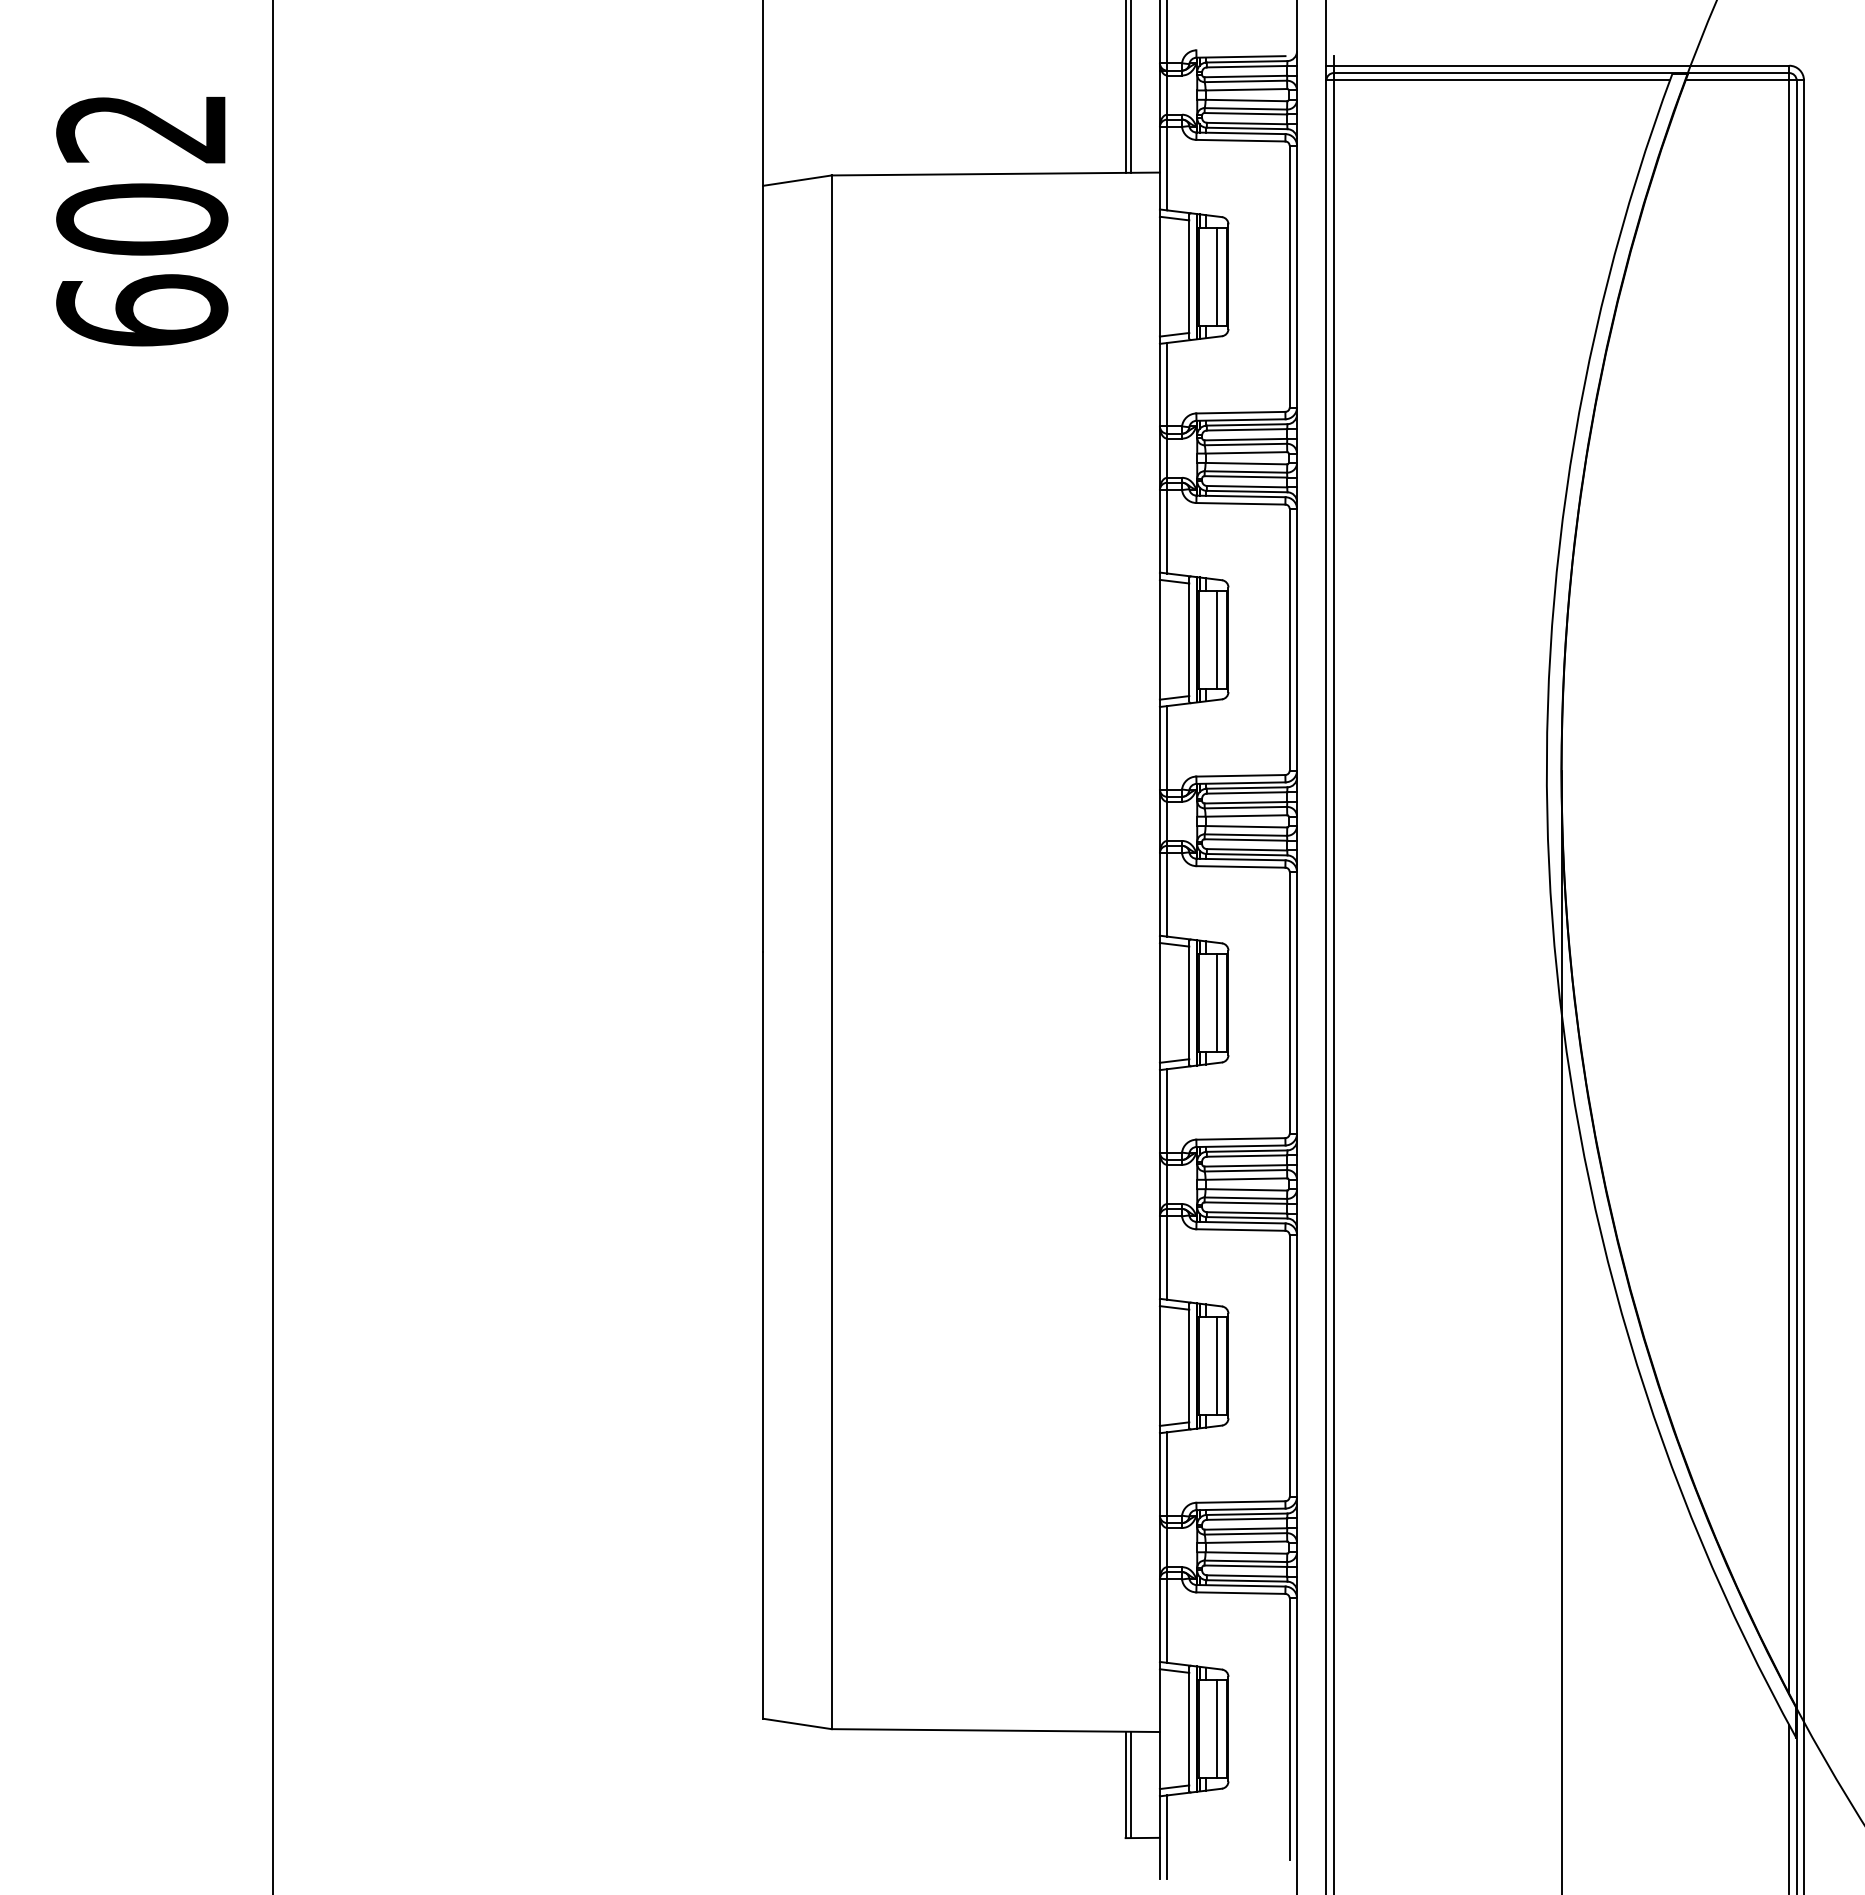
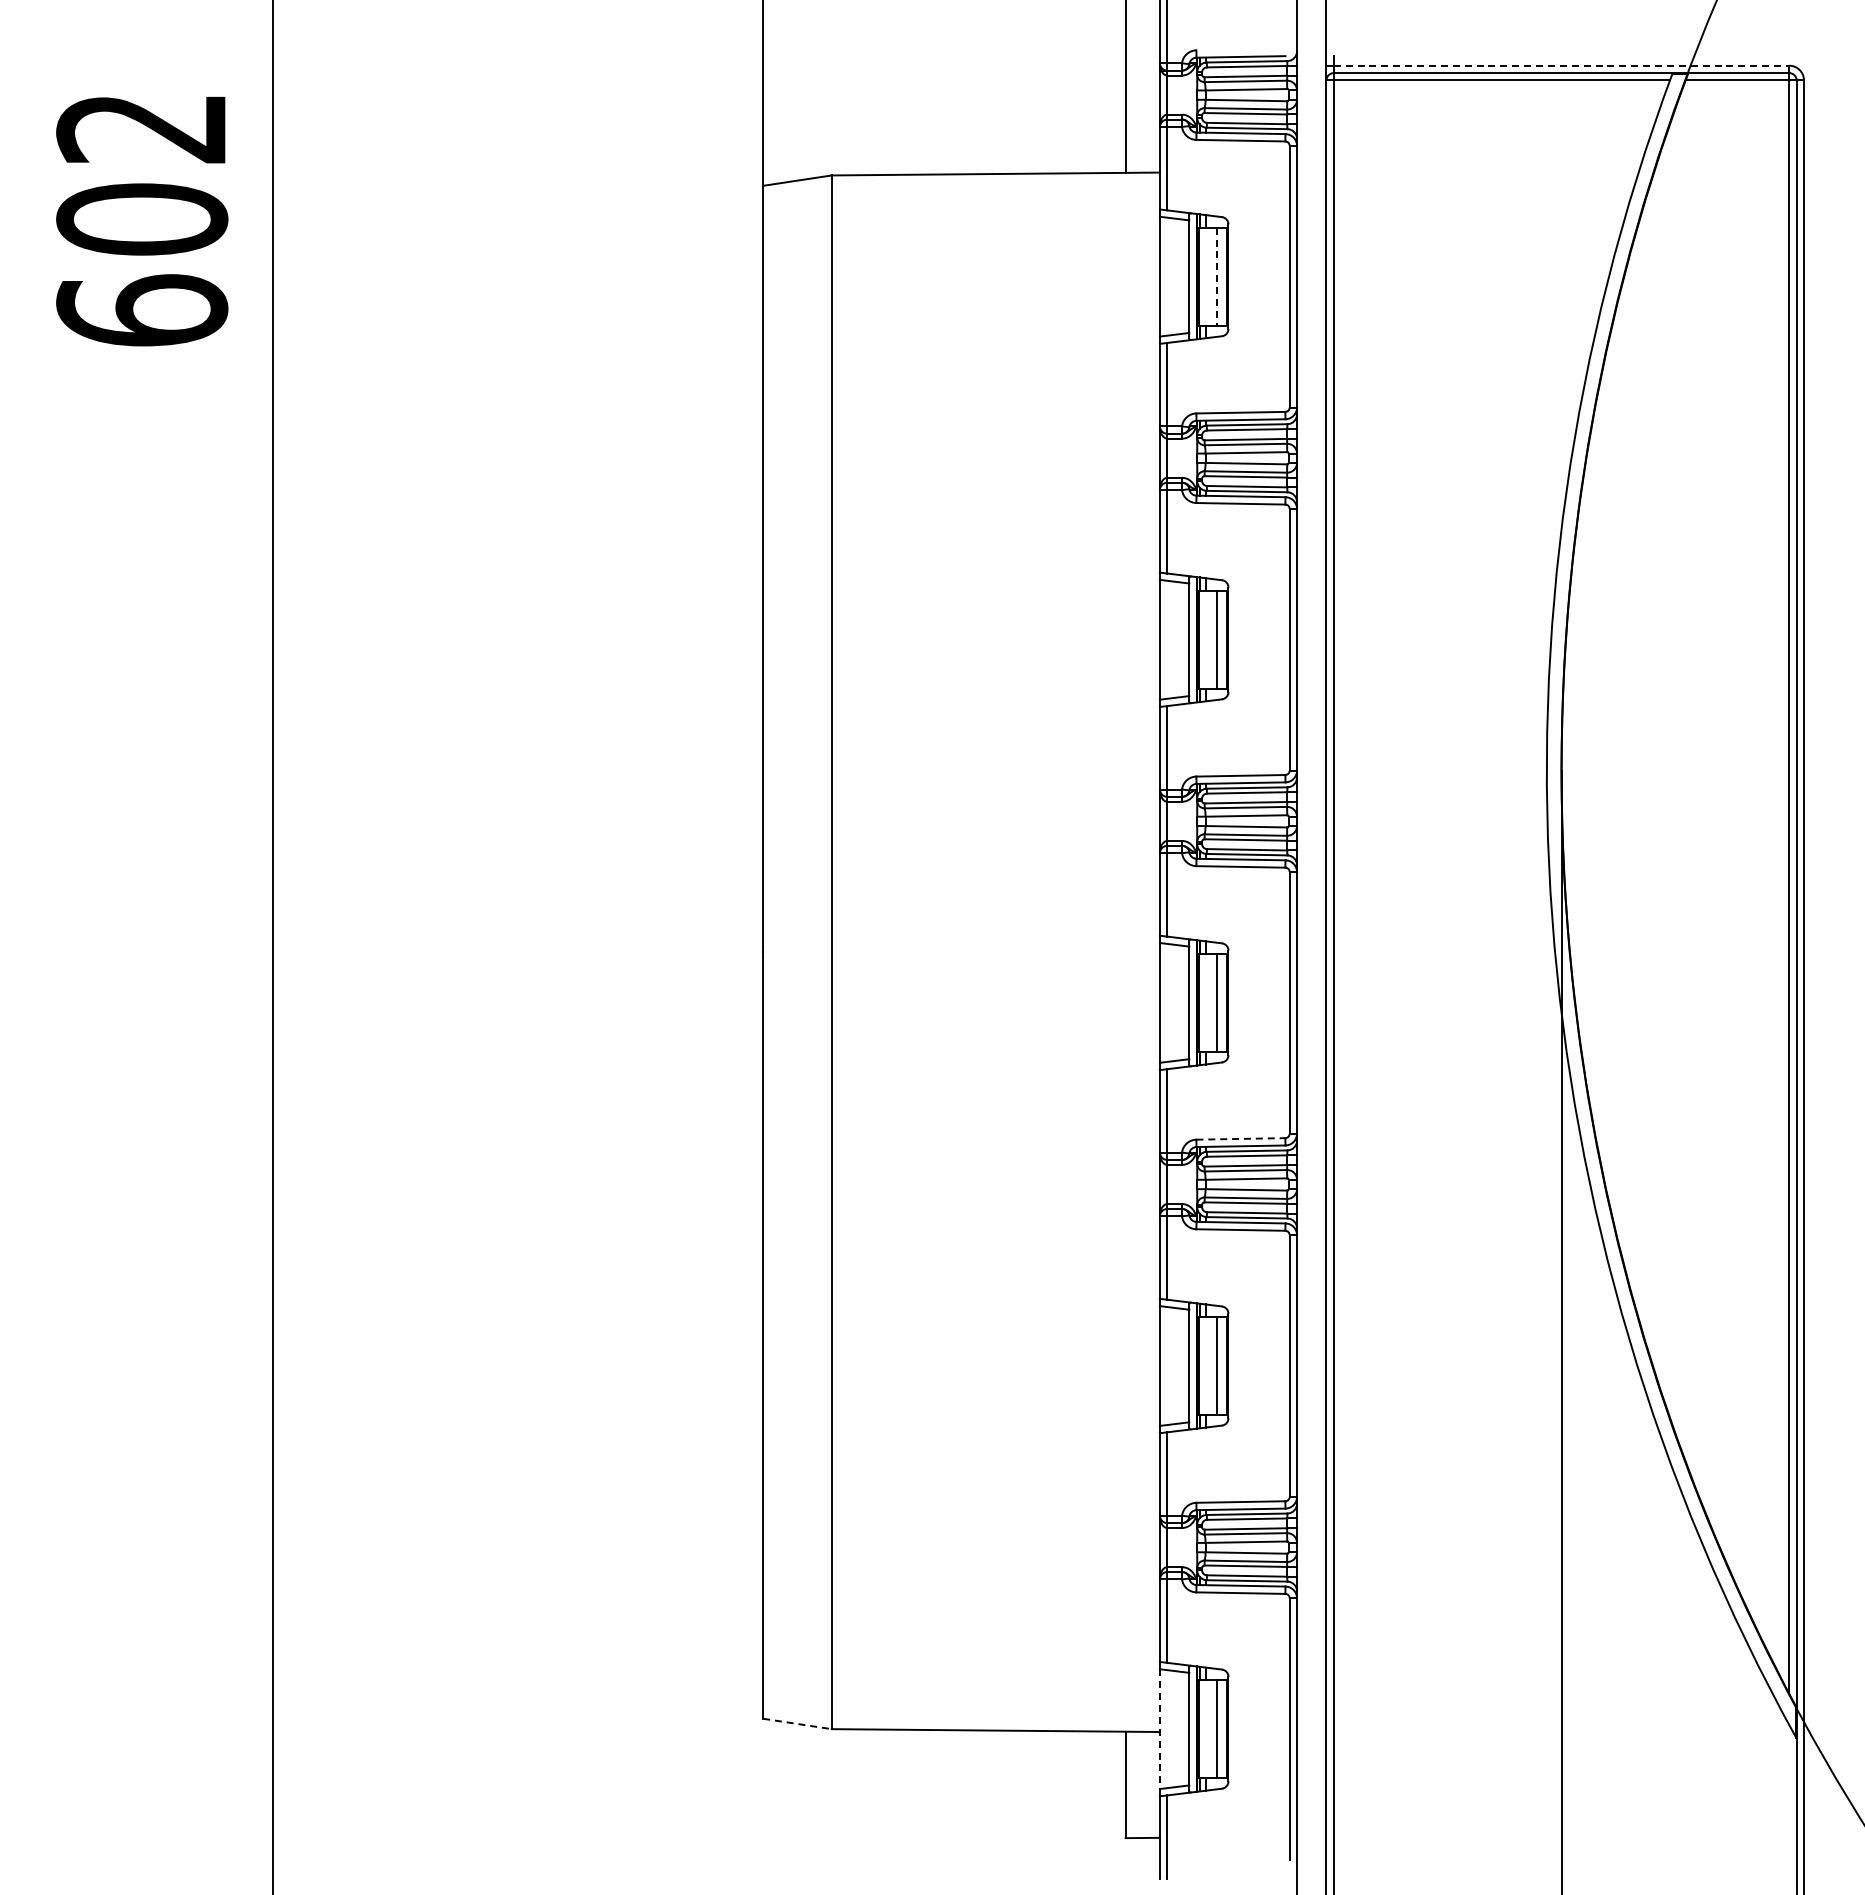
line at (1561, 65): solid -> dashed
line at (1130, 87): present -> none
line at (1216, 276): solid -> dashed
line at (1240, 1138): solid -> dashed
line at (797, 1723): solid -> dashed
line at (1159, 1729): solid -> dashed
line at (1130, 1784): present -> none
line at (1789, 1808): present -> none
